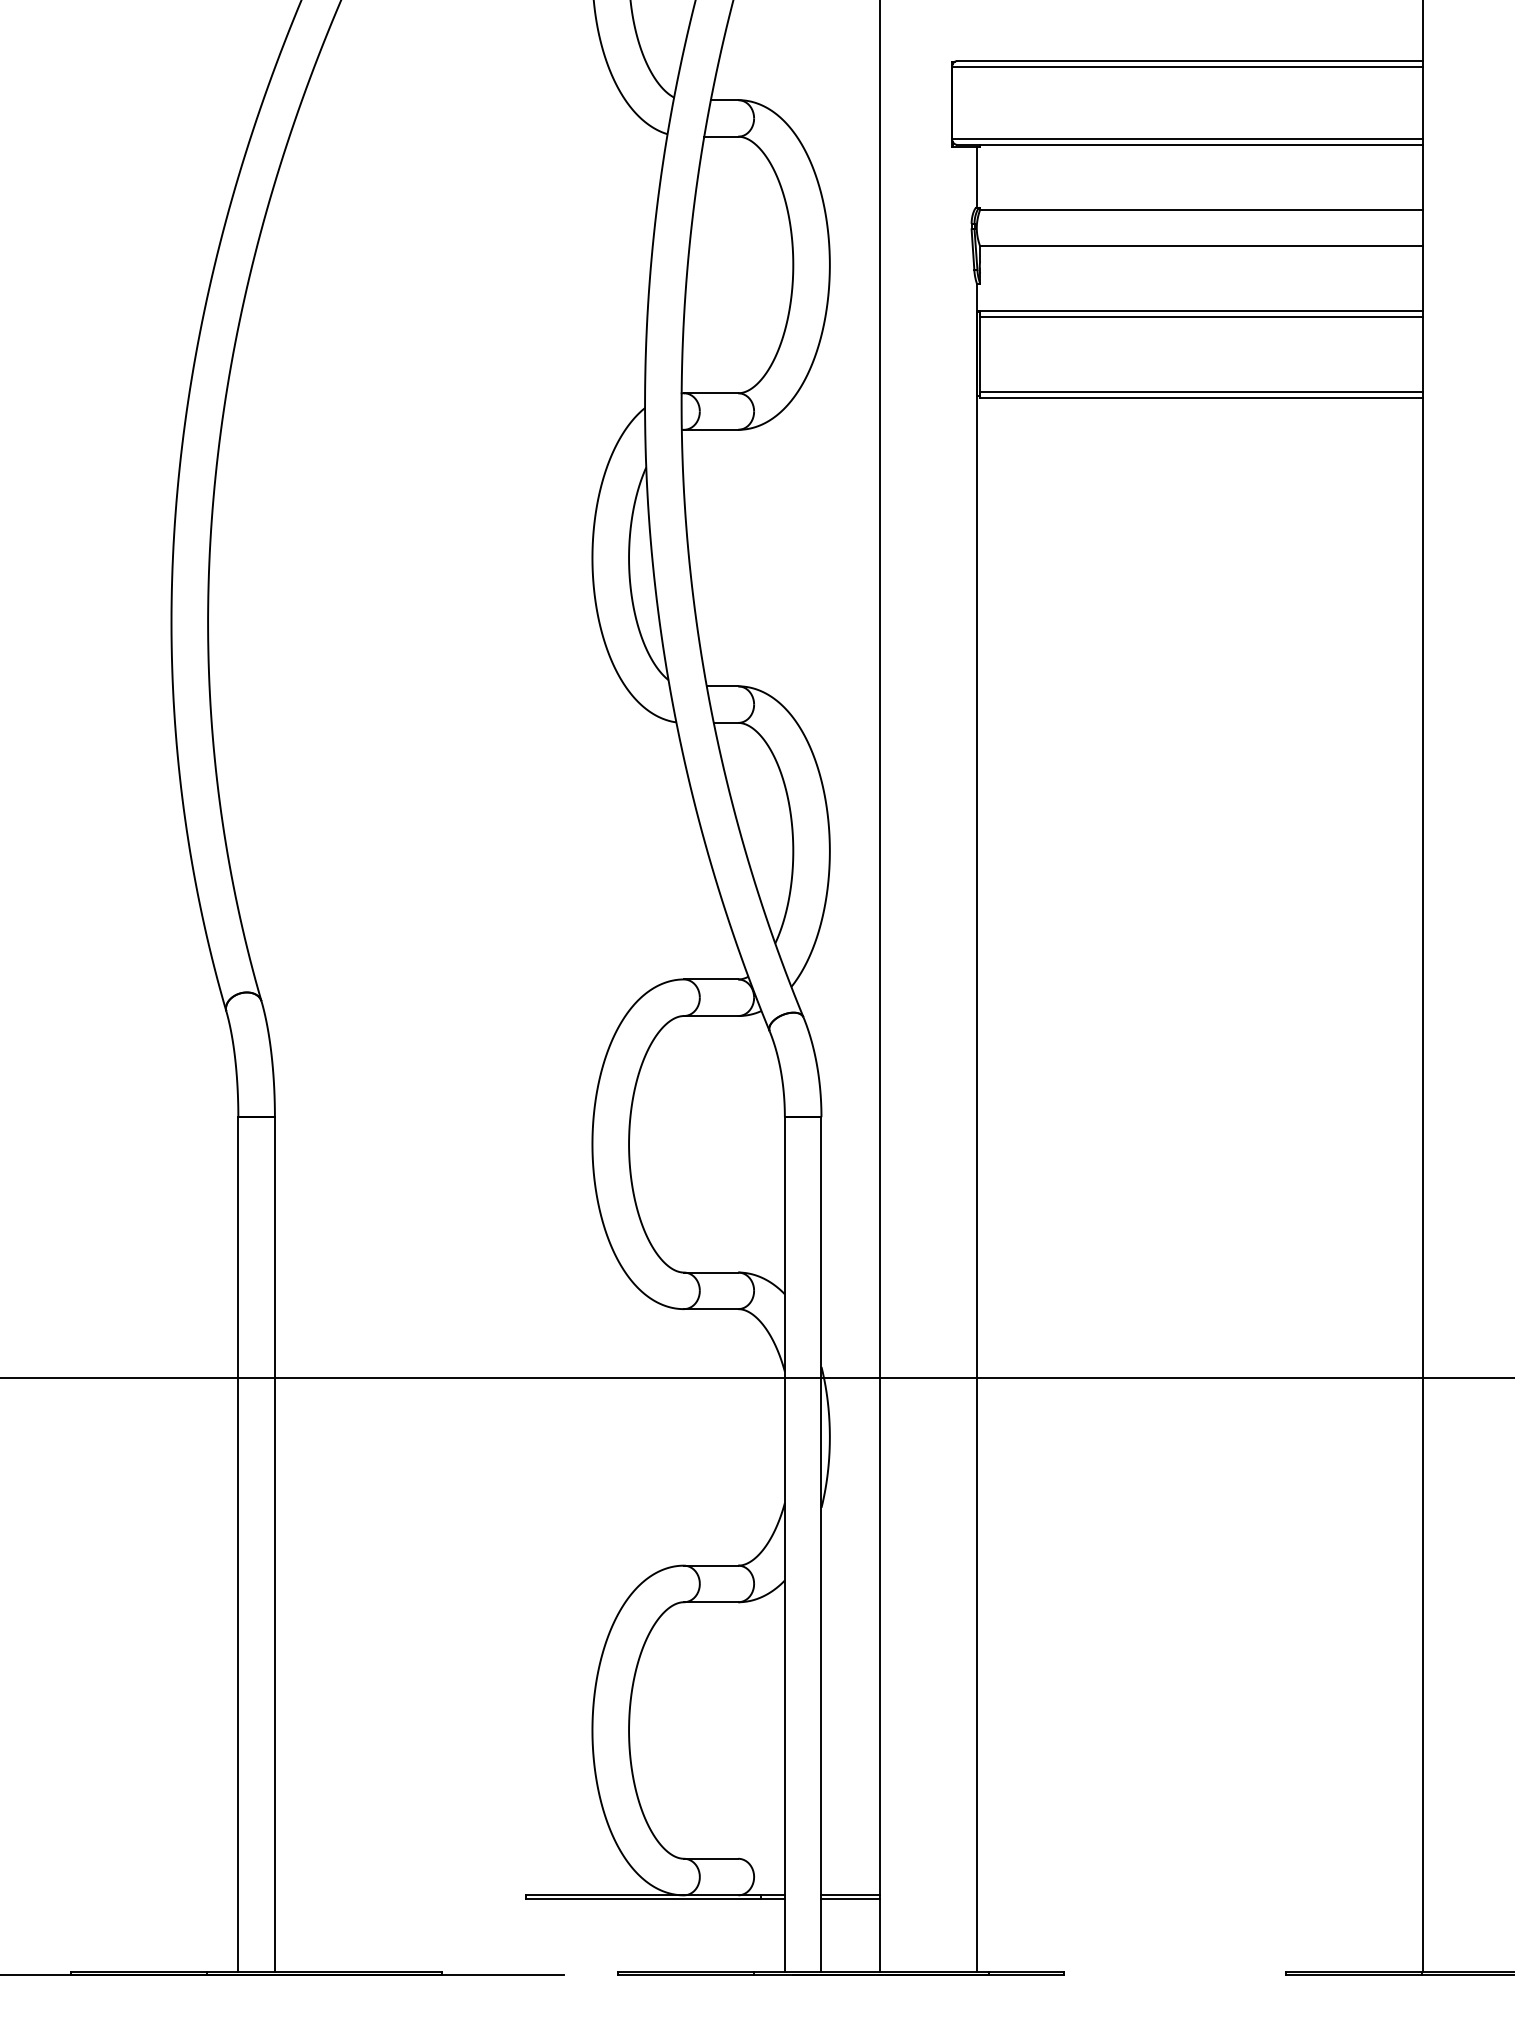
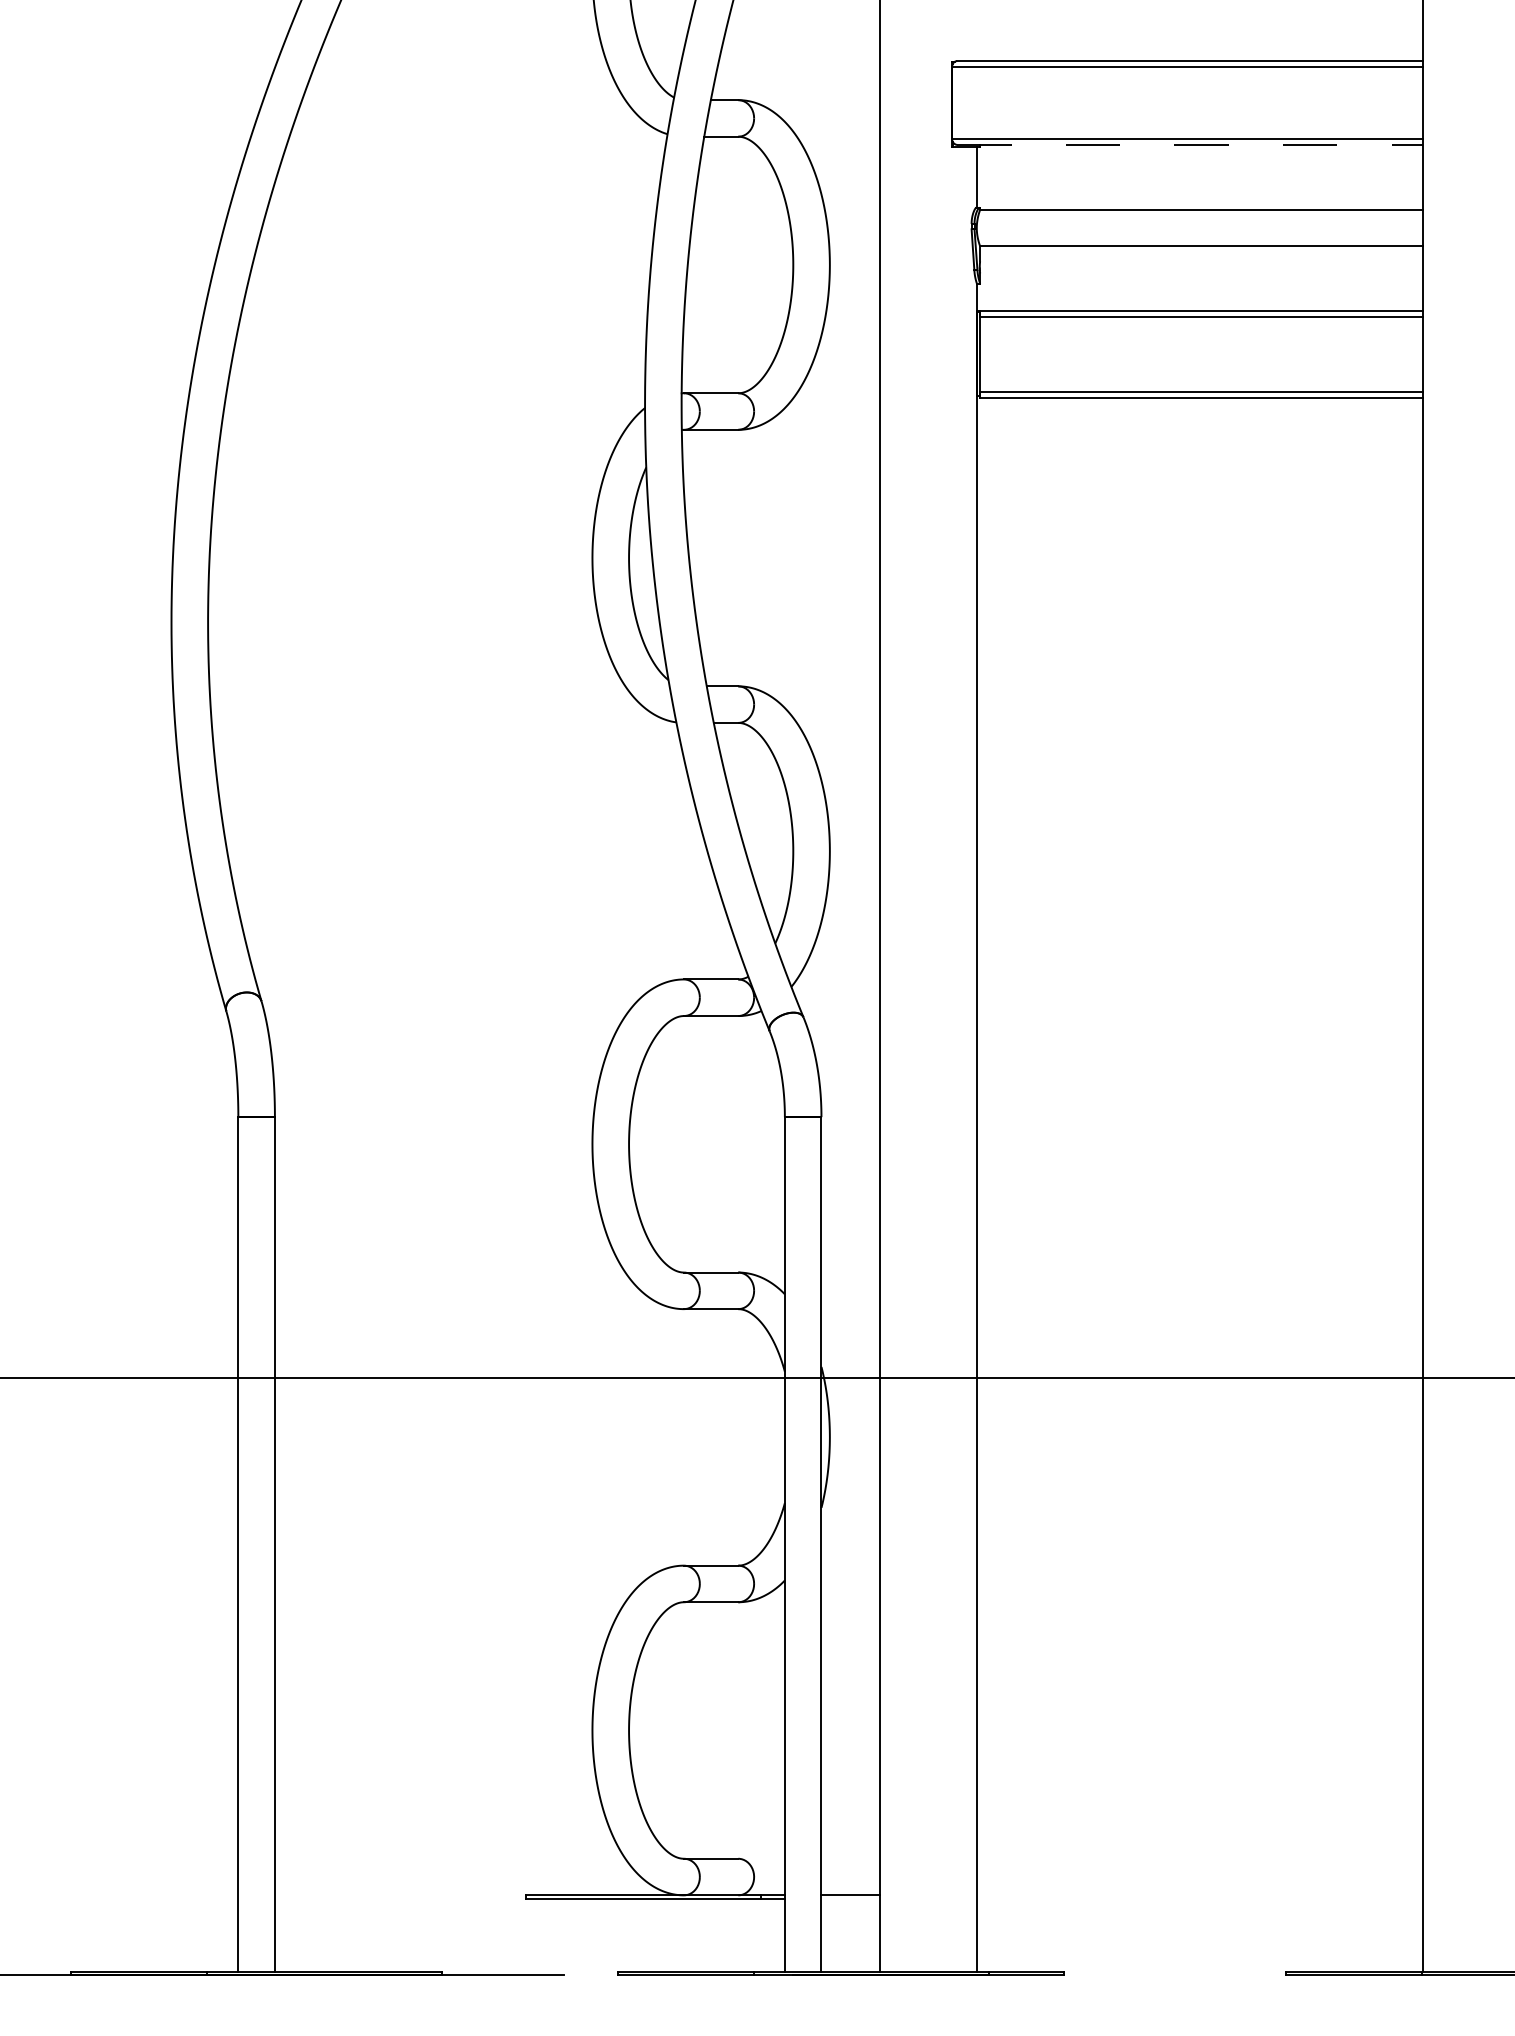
line at (1190, 144): solid -> dashed
line at (850, 1898): present -> none
